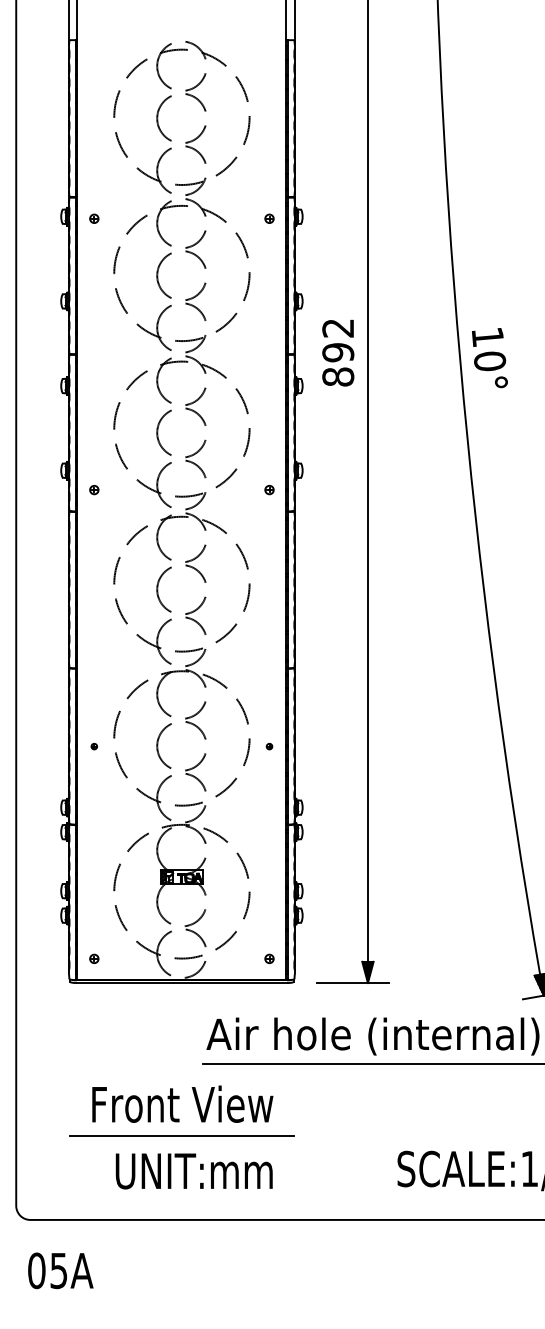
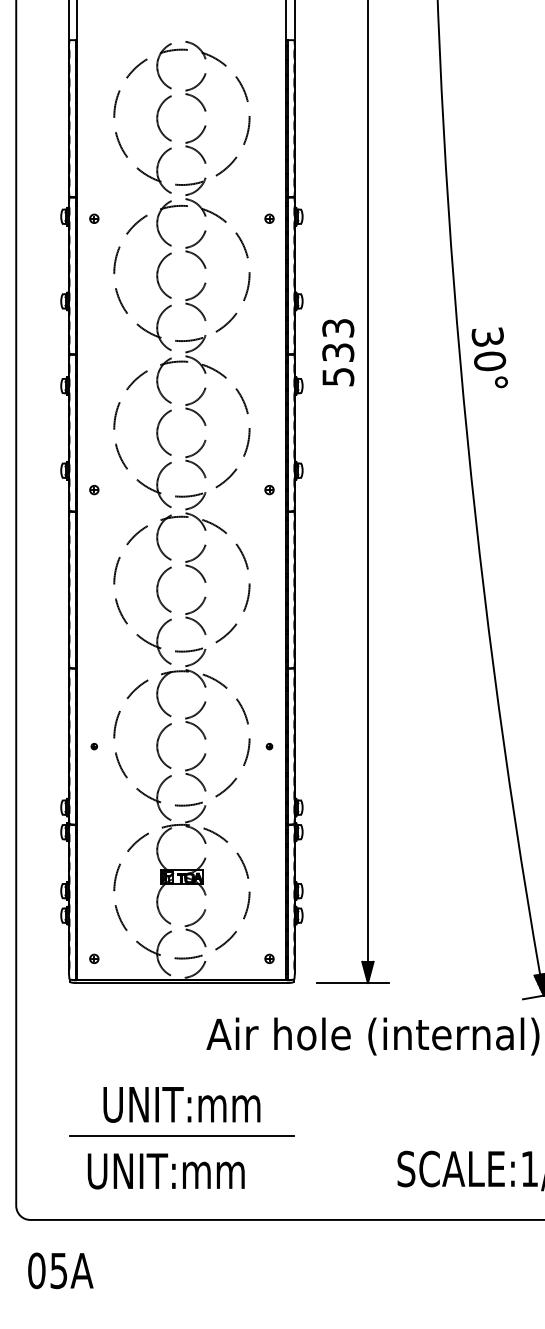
text at (487, 336): 10° -> 30°
text at (338, 352): 892 -> 533
line at (371, 1064): present -> none
text at (182, 1103): Front View -> UNIT:mm
text at (193, 1171) position: (193, 1171) -> (165, 1171)
